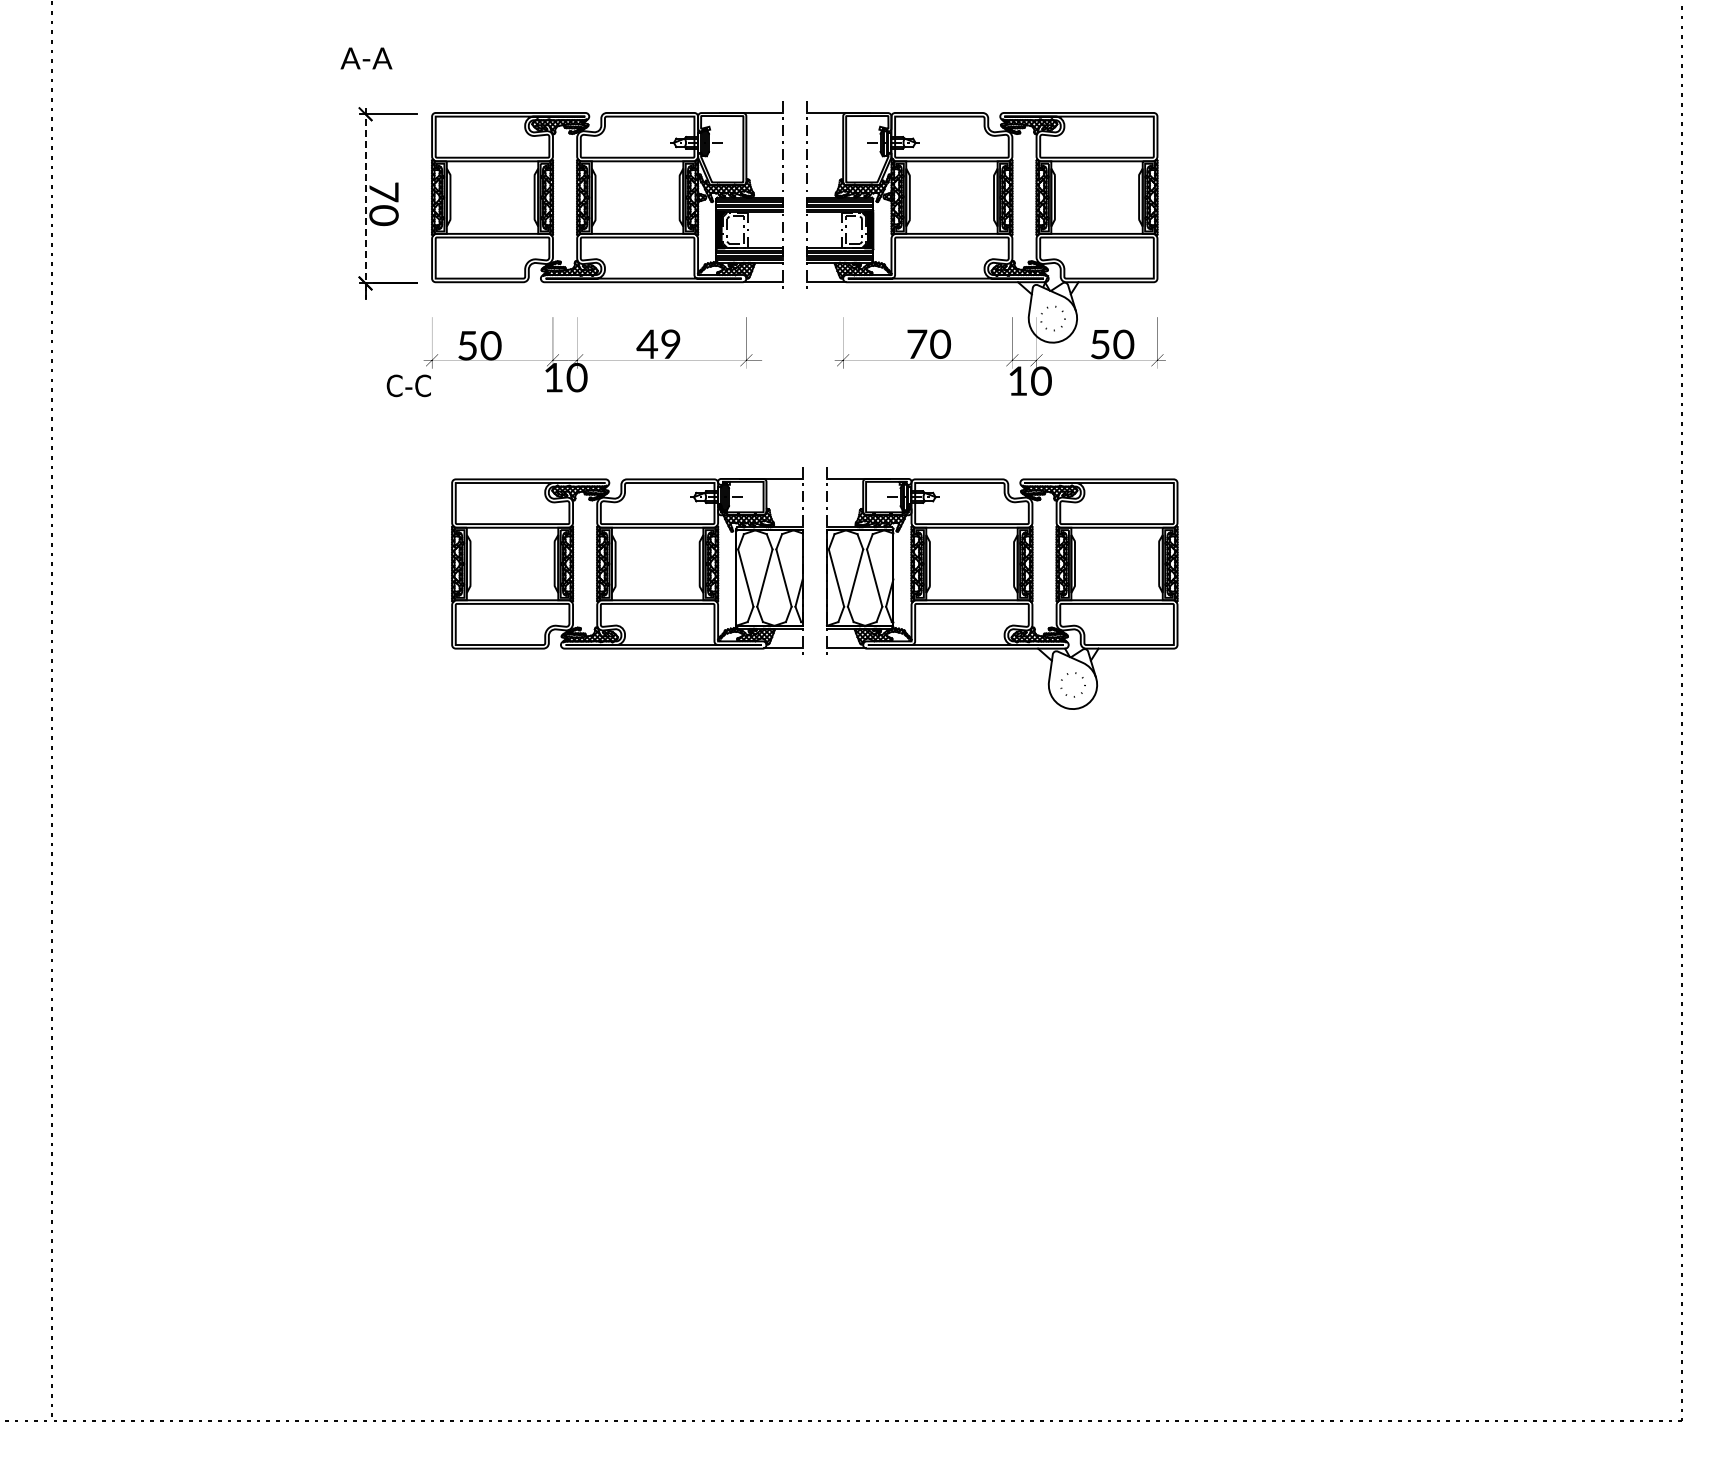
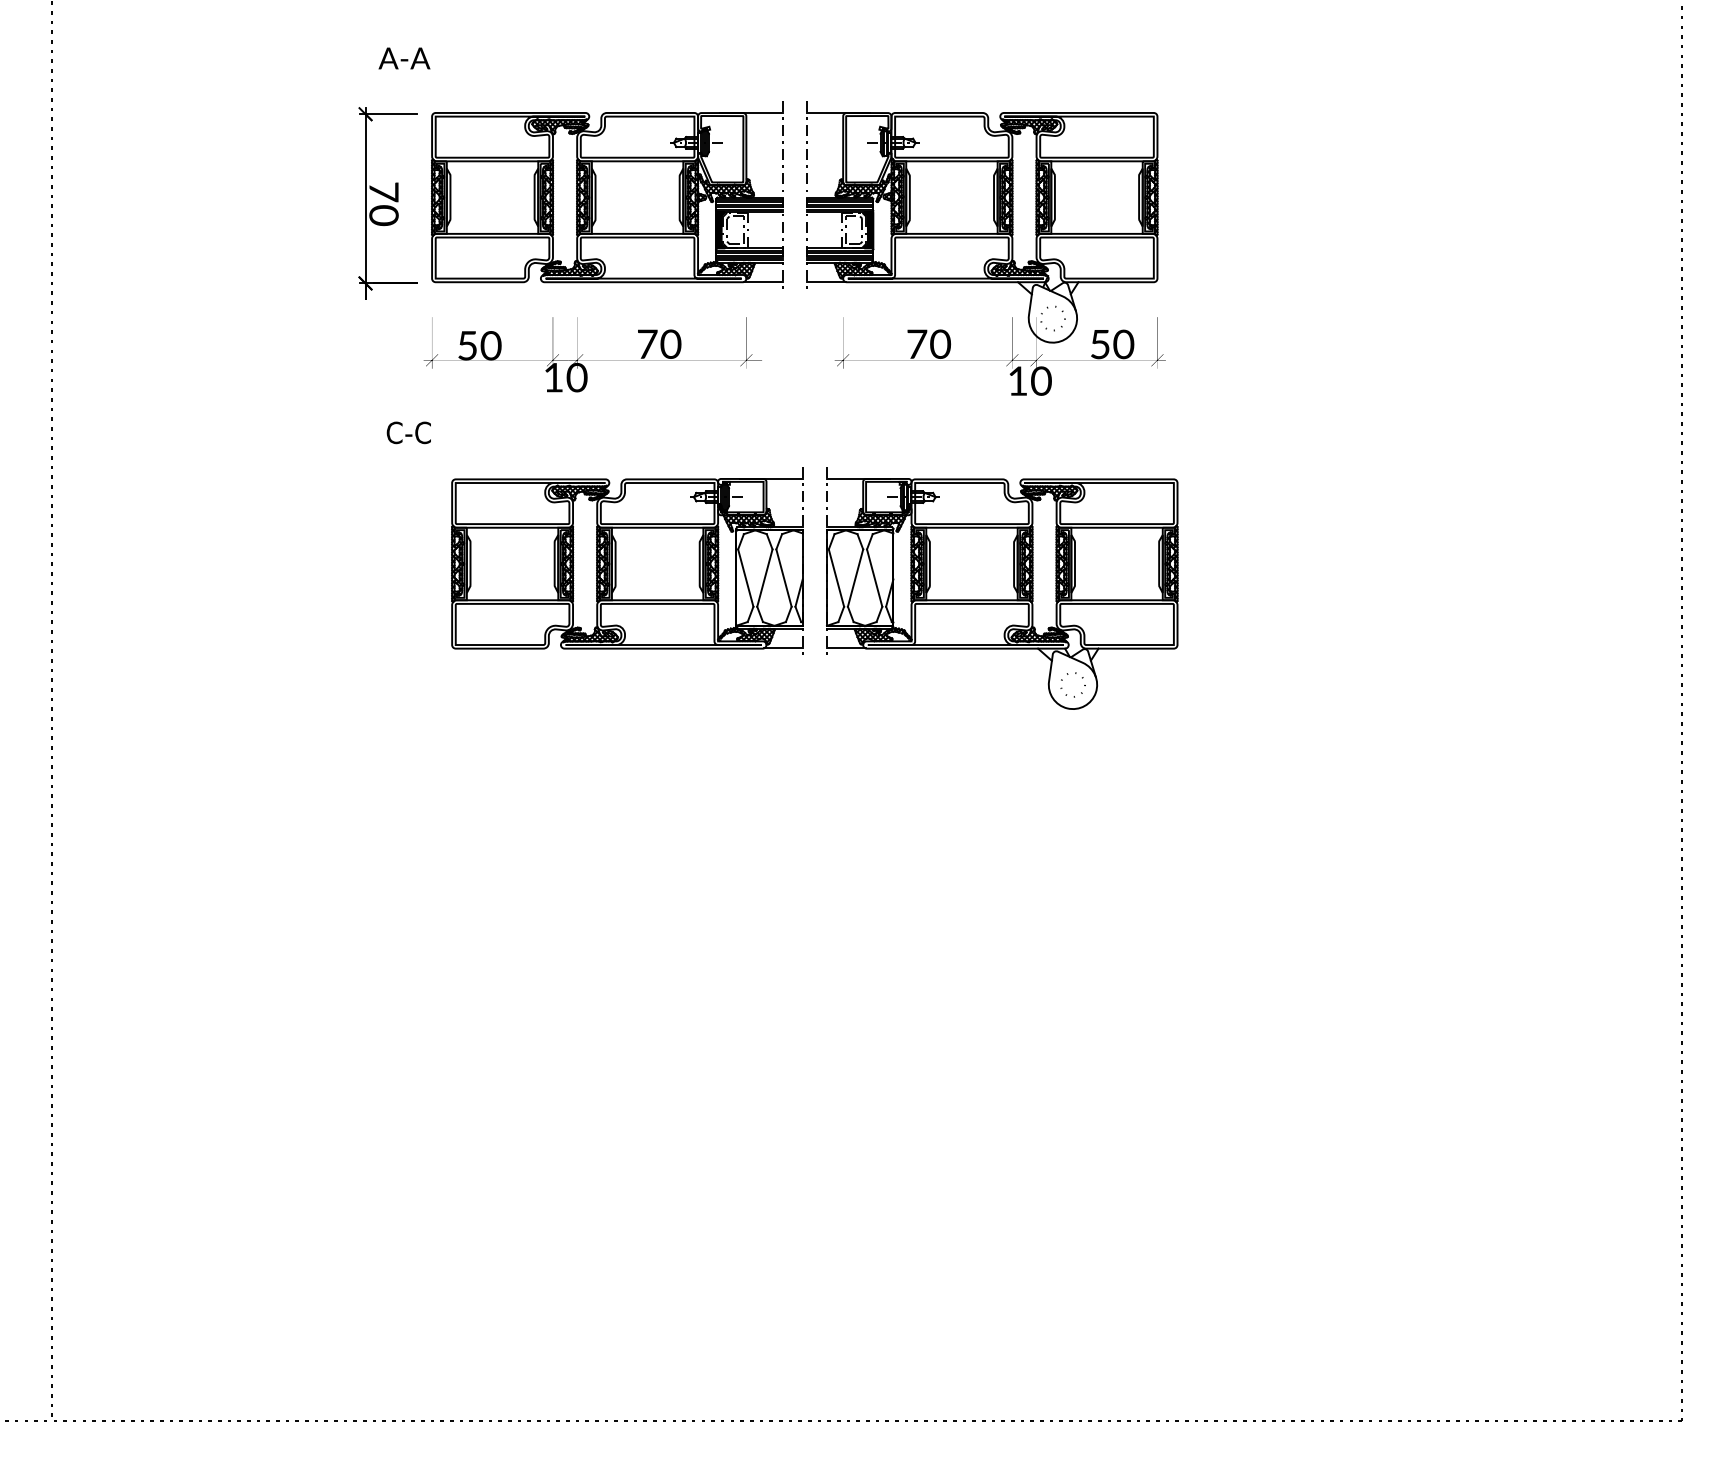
text at (366, 58) position: (366, 58) -> (404, 58)
line at (365, 203): dashed -> solid
text at (658, 343): 49 -> 70
text at (408, 385) position: (408, 385) -> (408, 432)
